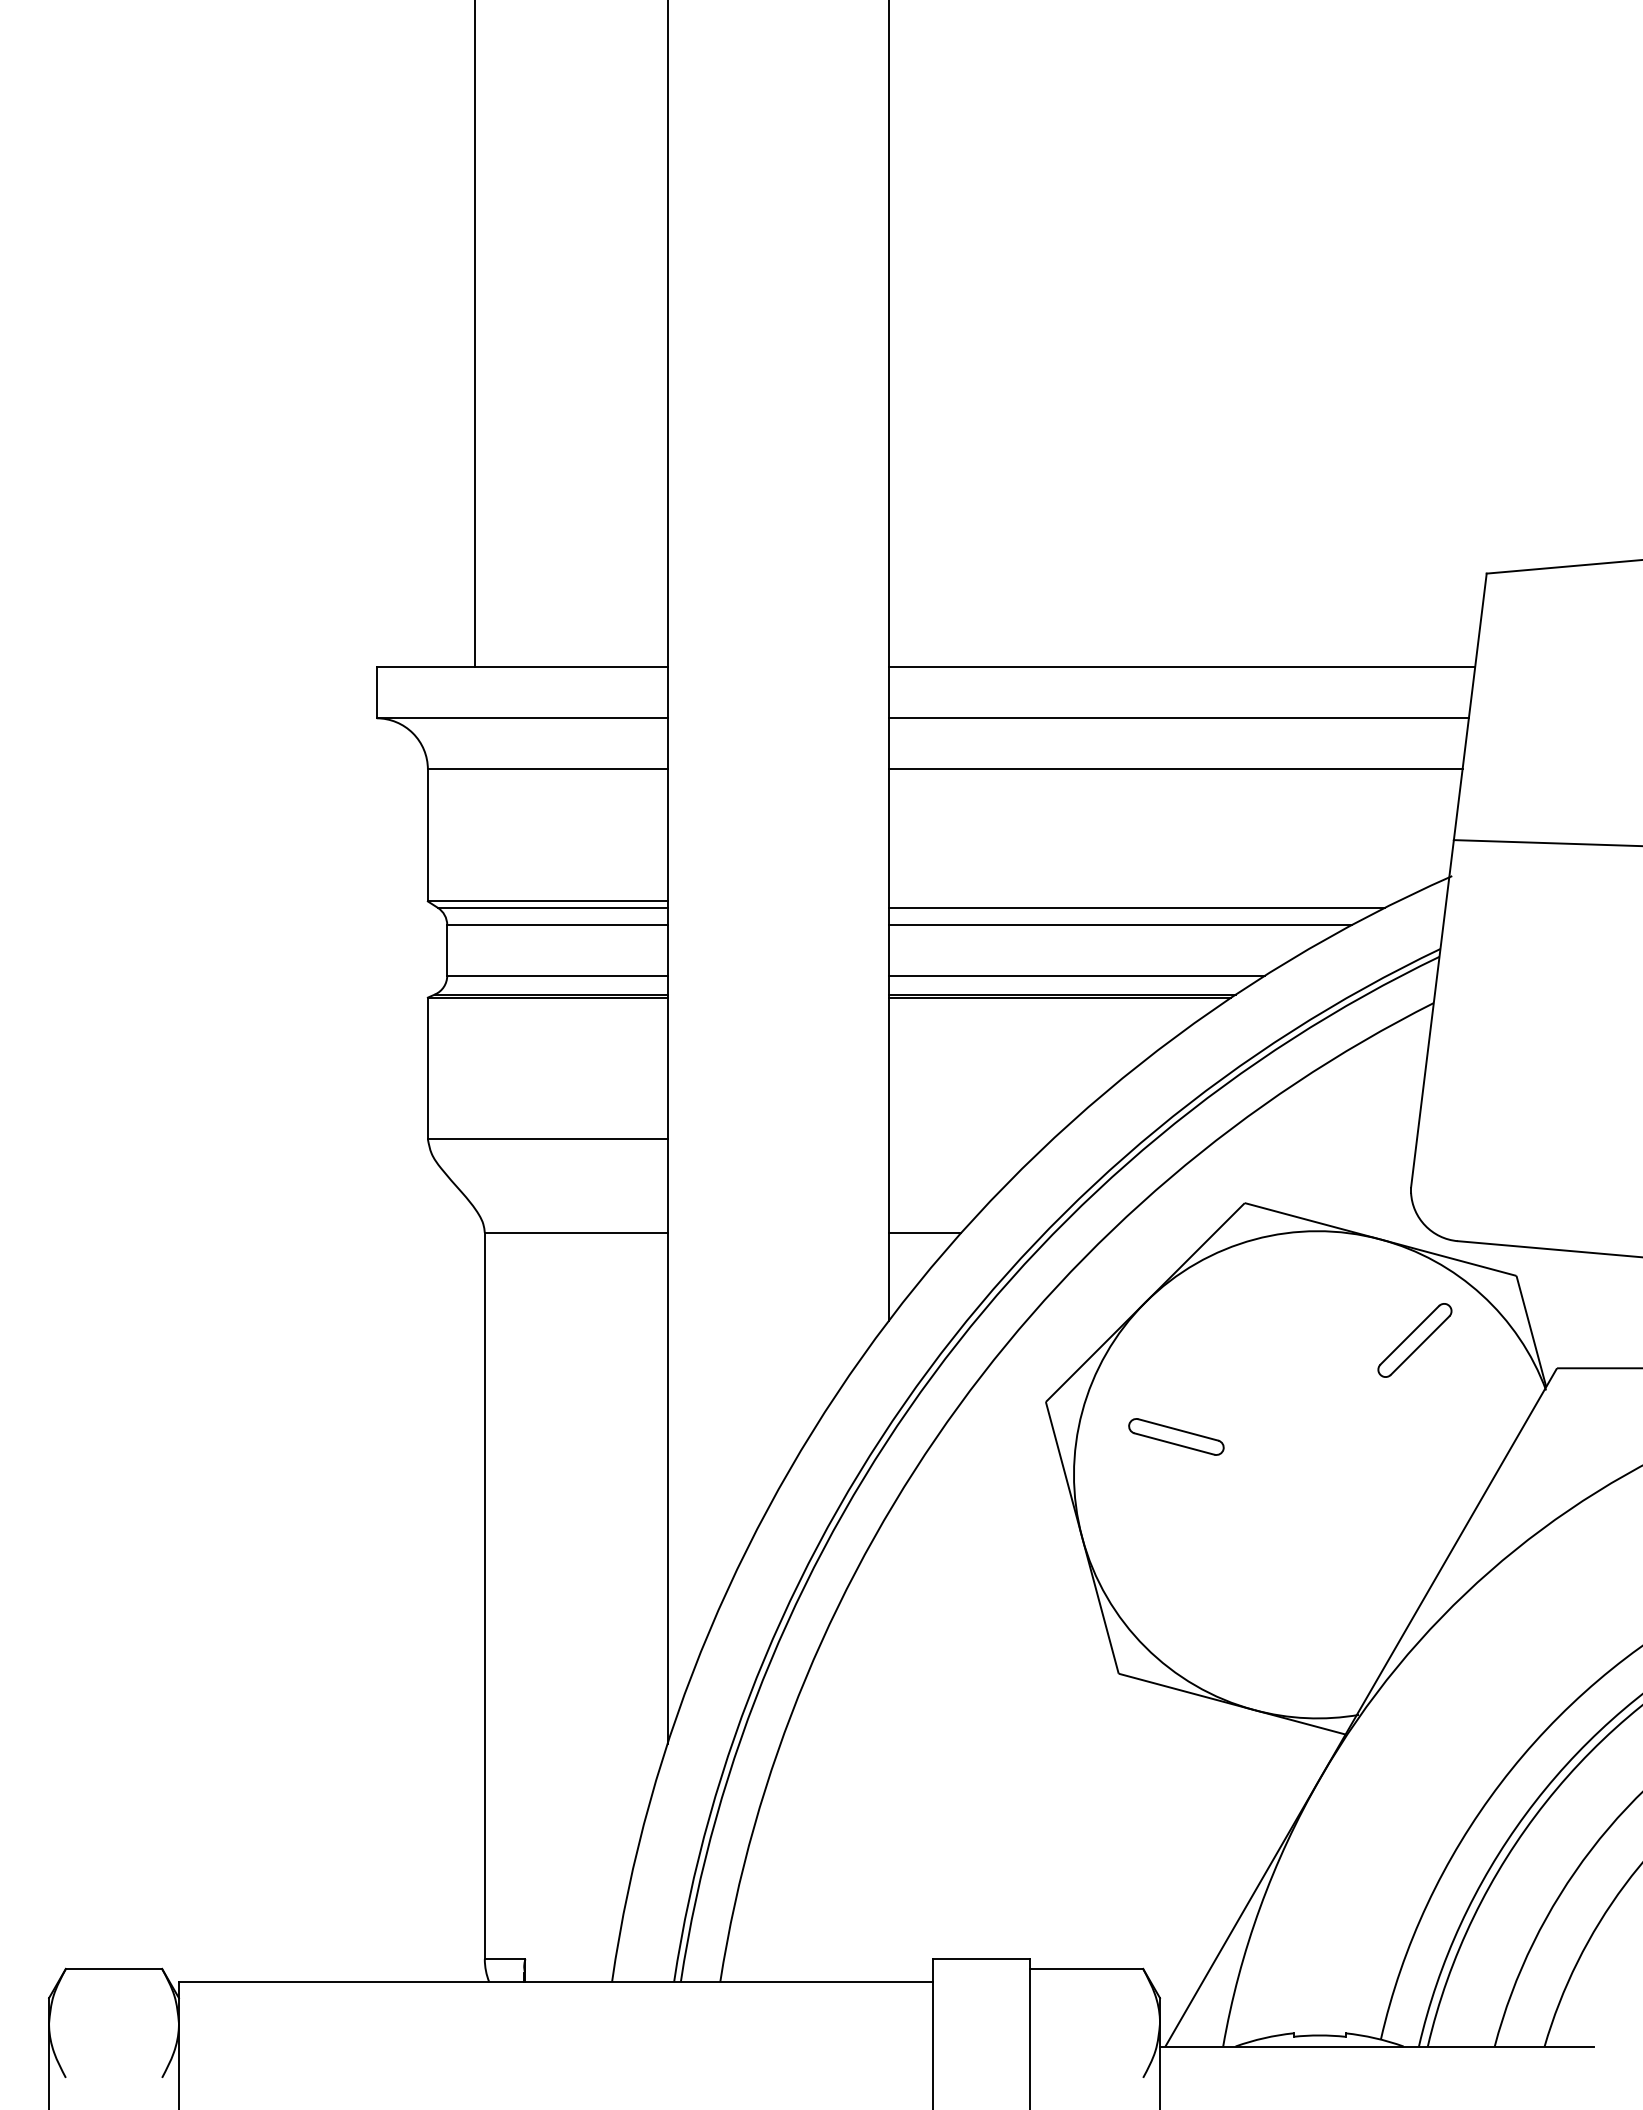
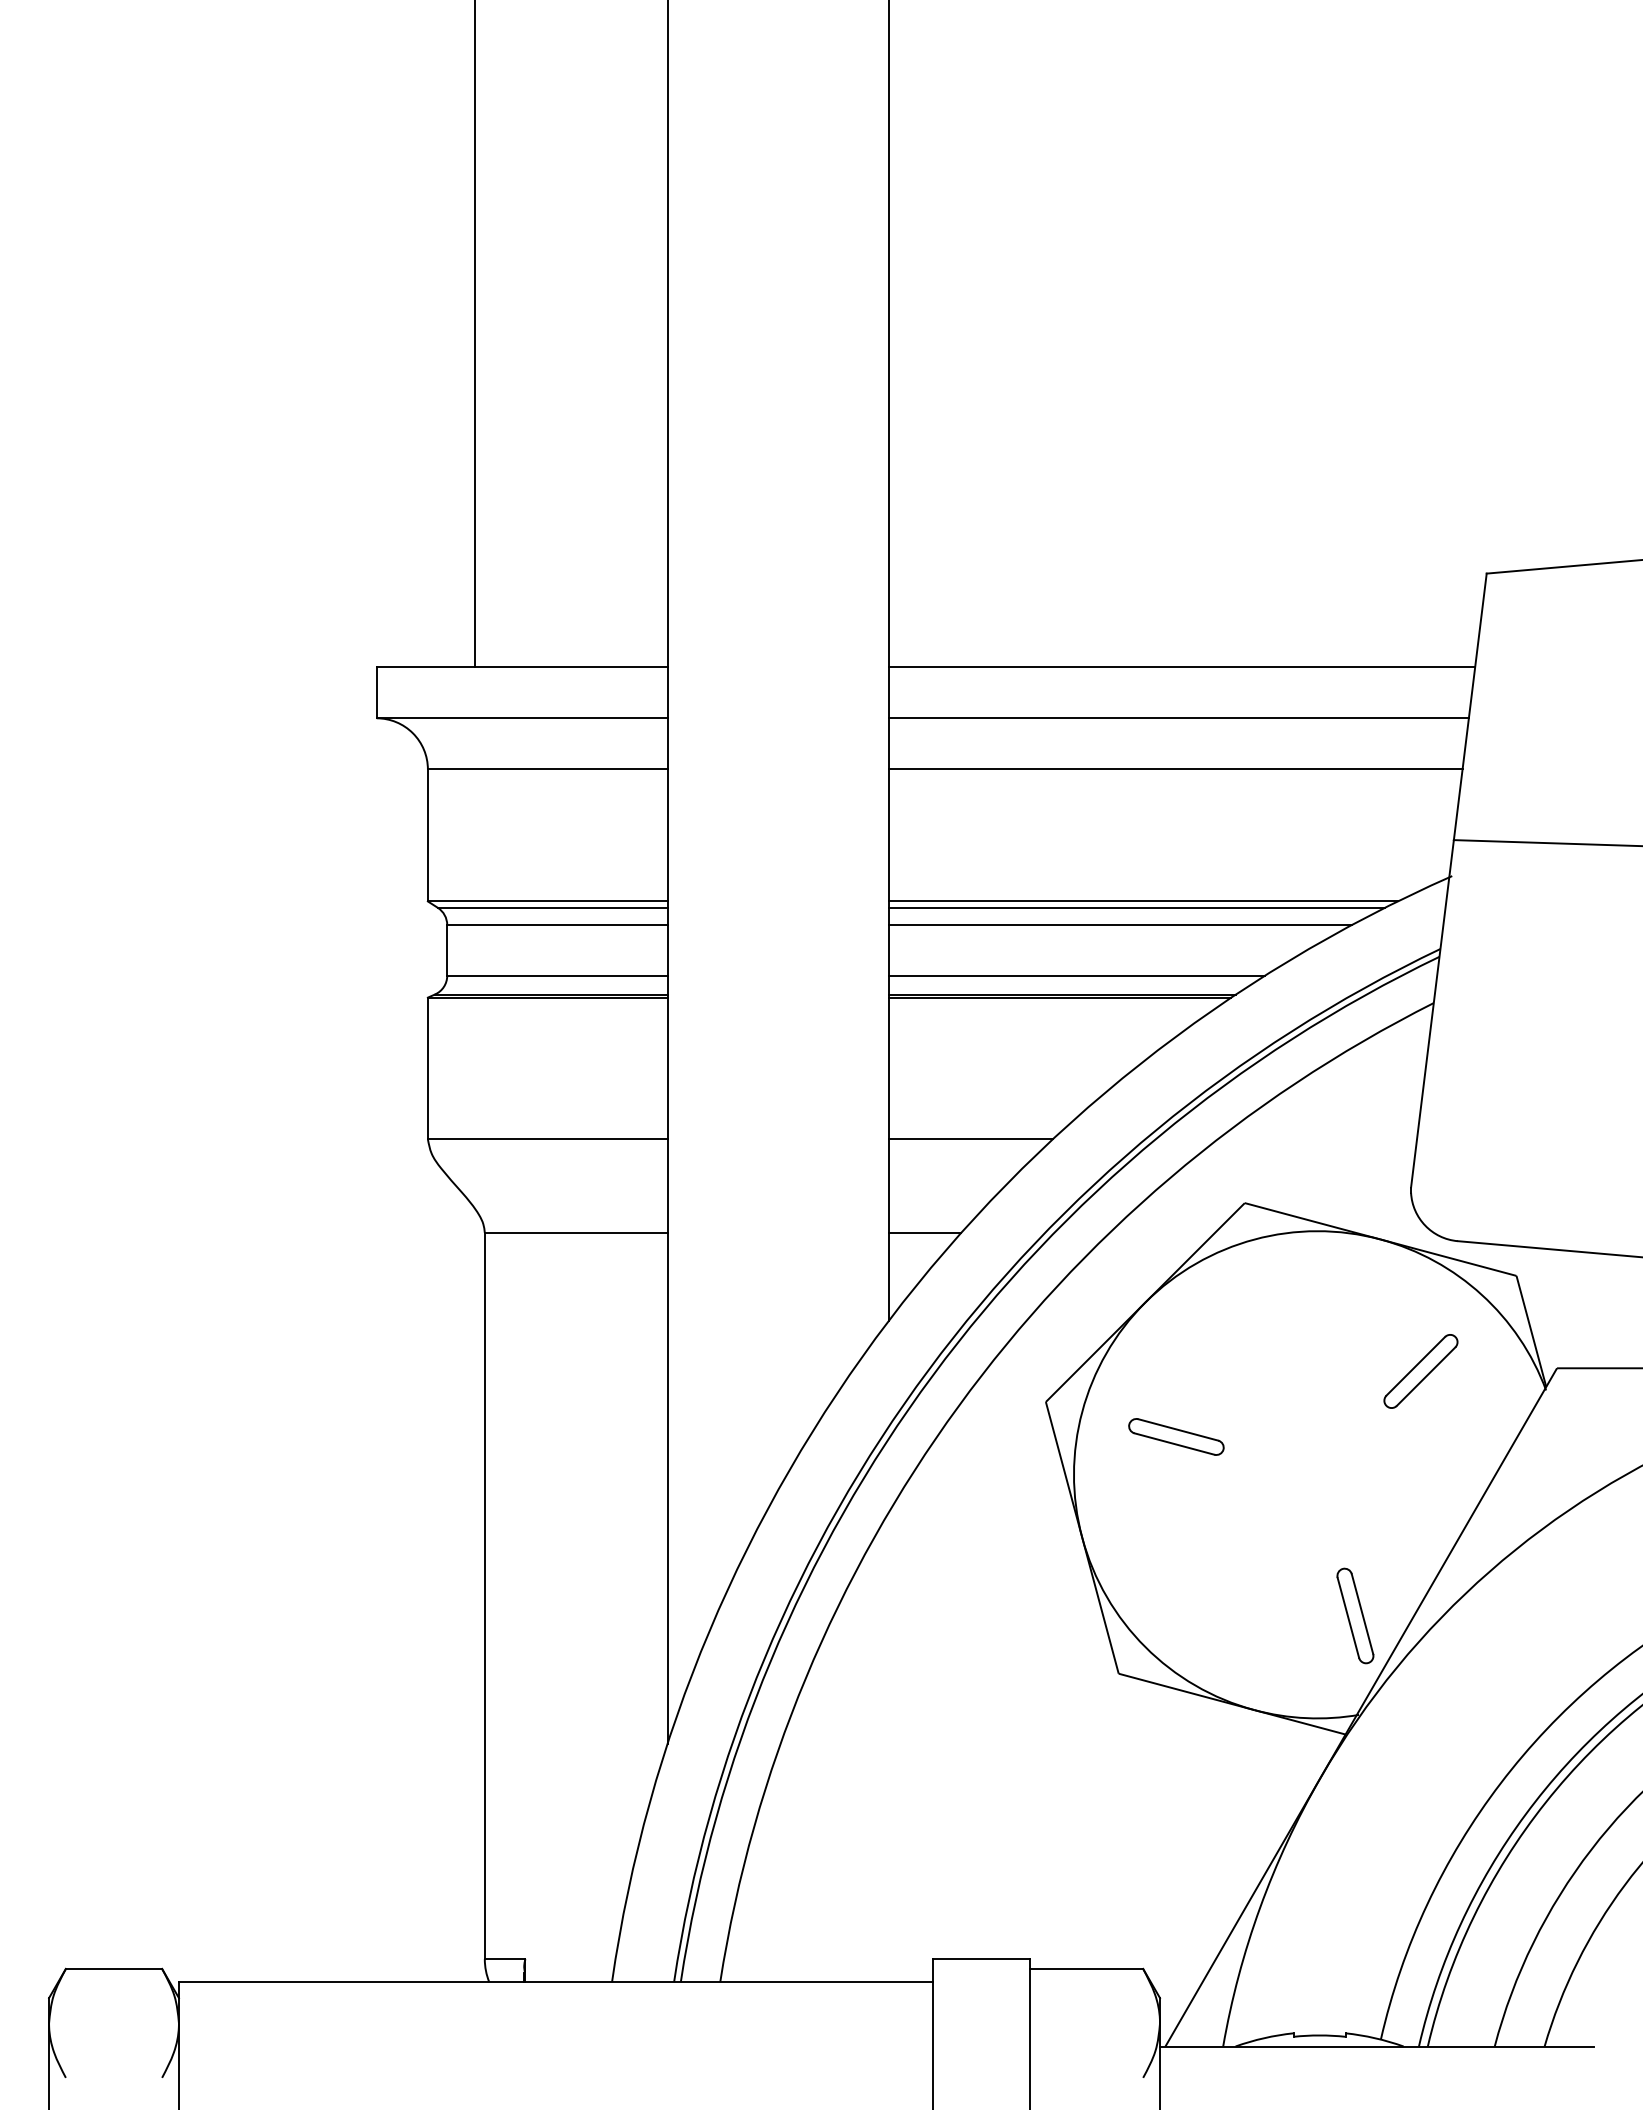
line at (1142, 901): none -> present
line at (970, 1139): none -> present
part at (1414, 1340) position: (1414, 1340) -> (1420, 1371)
part at (1355, 1615): none -> present
